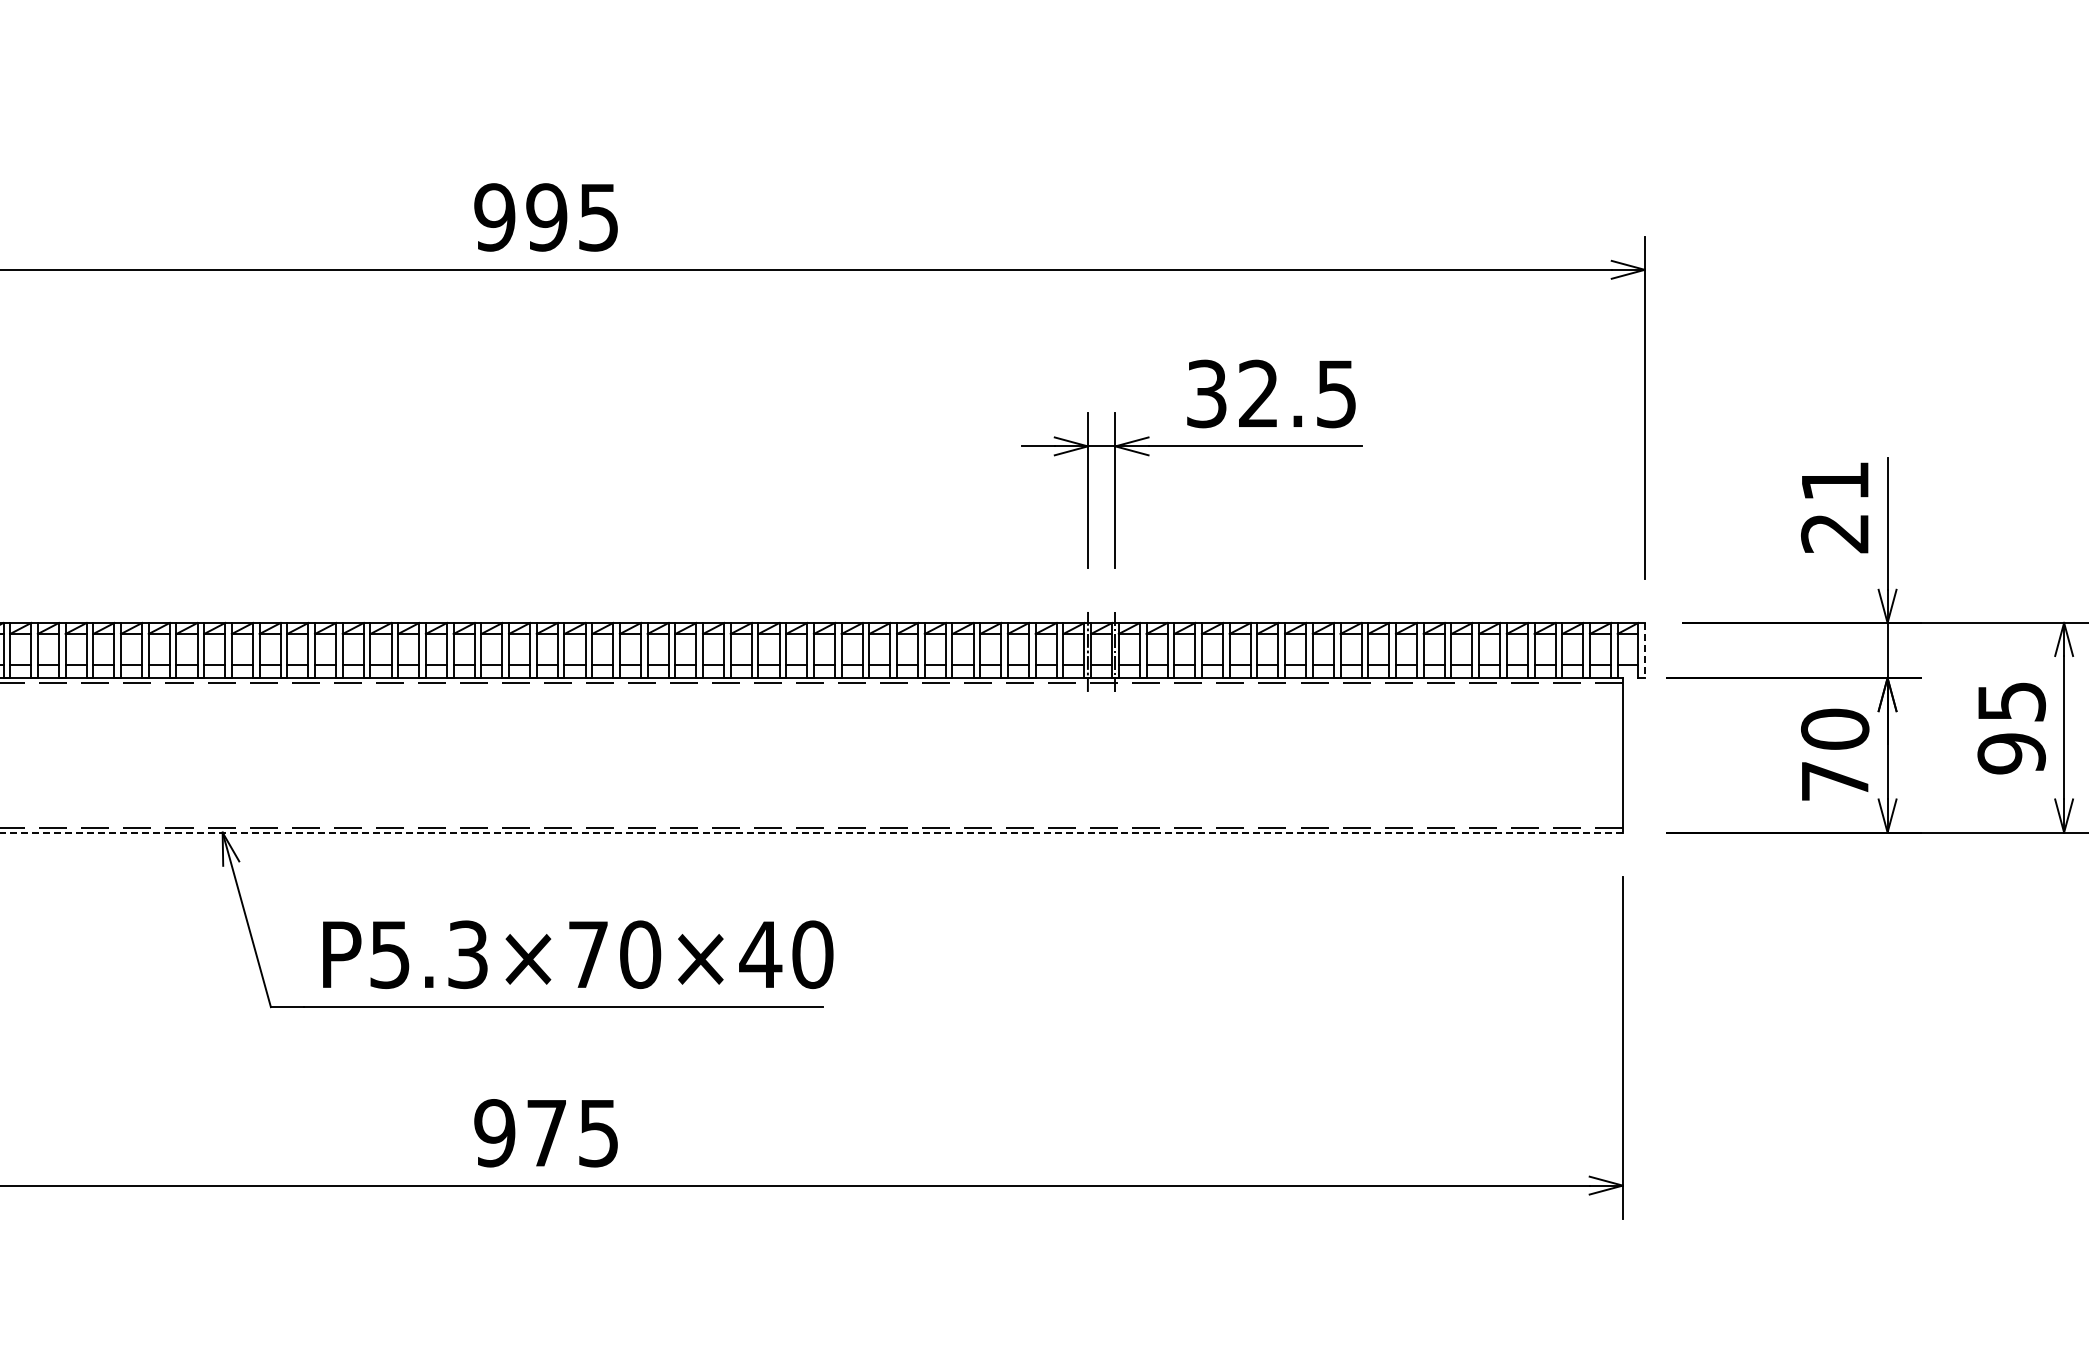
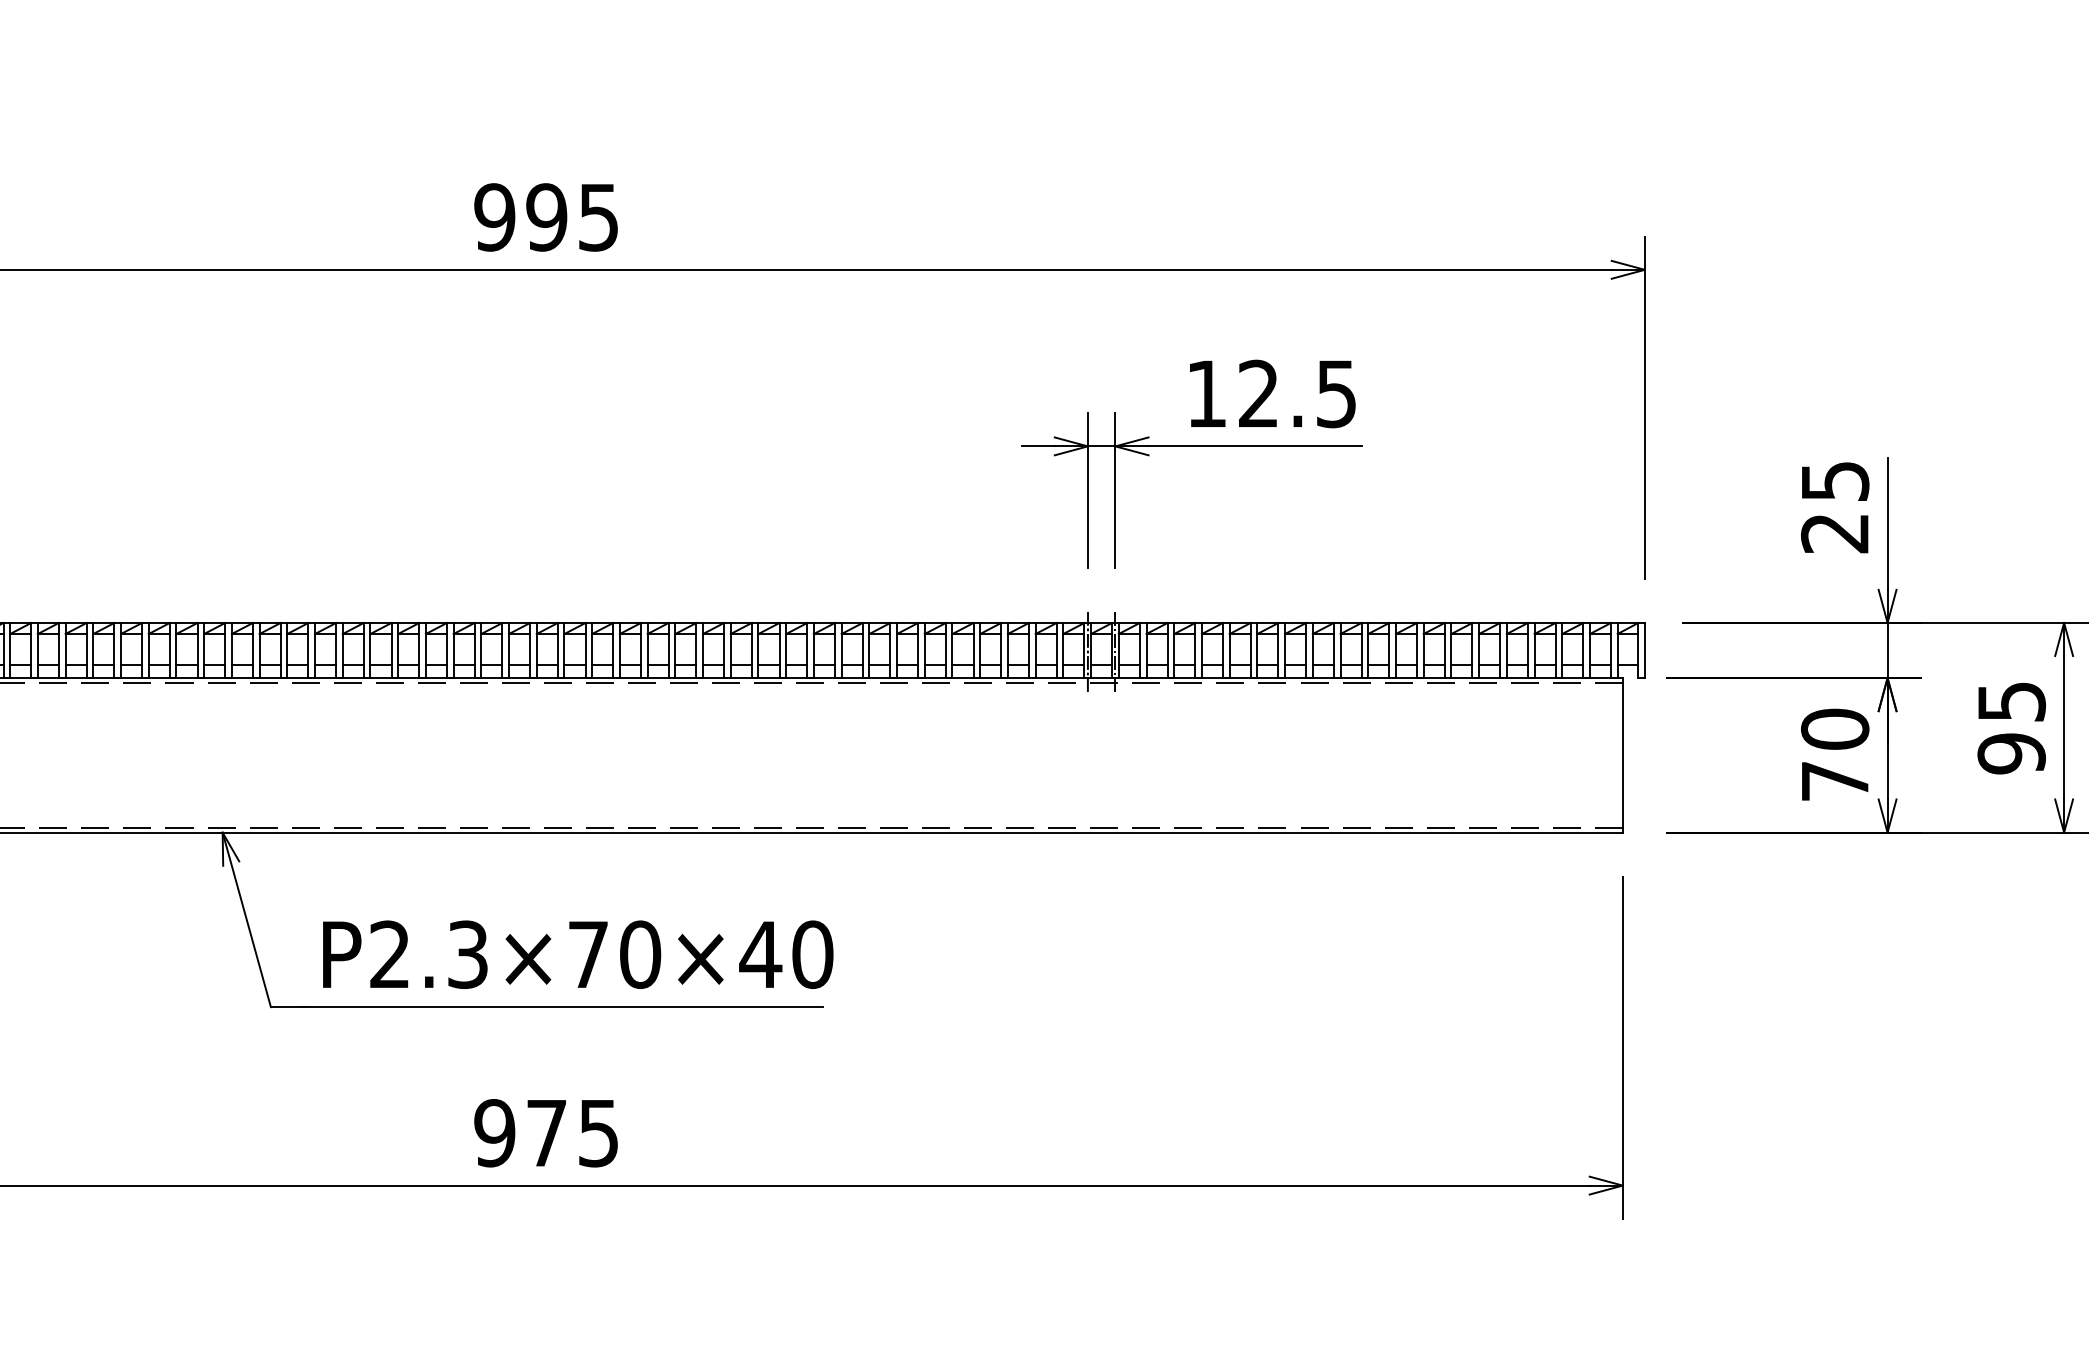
text at (1206, 393): 32.5 -> 12.5
text at (1835, 481): 21 -> 25
line at (1644, 650): dashed -> solid
line at (810, 832): dashed -> solid
text at (389, 954): P5.3×70×40 -> P2.3×70×40
